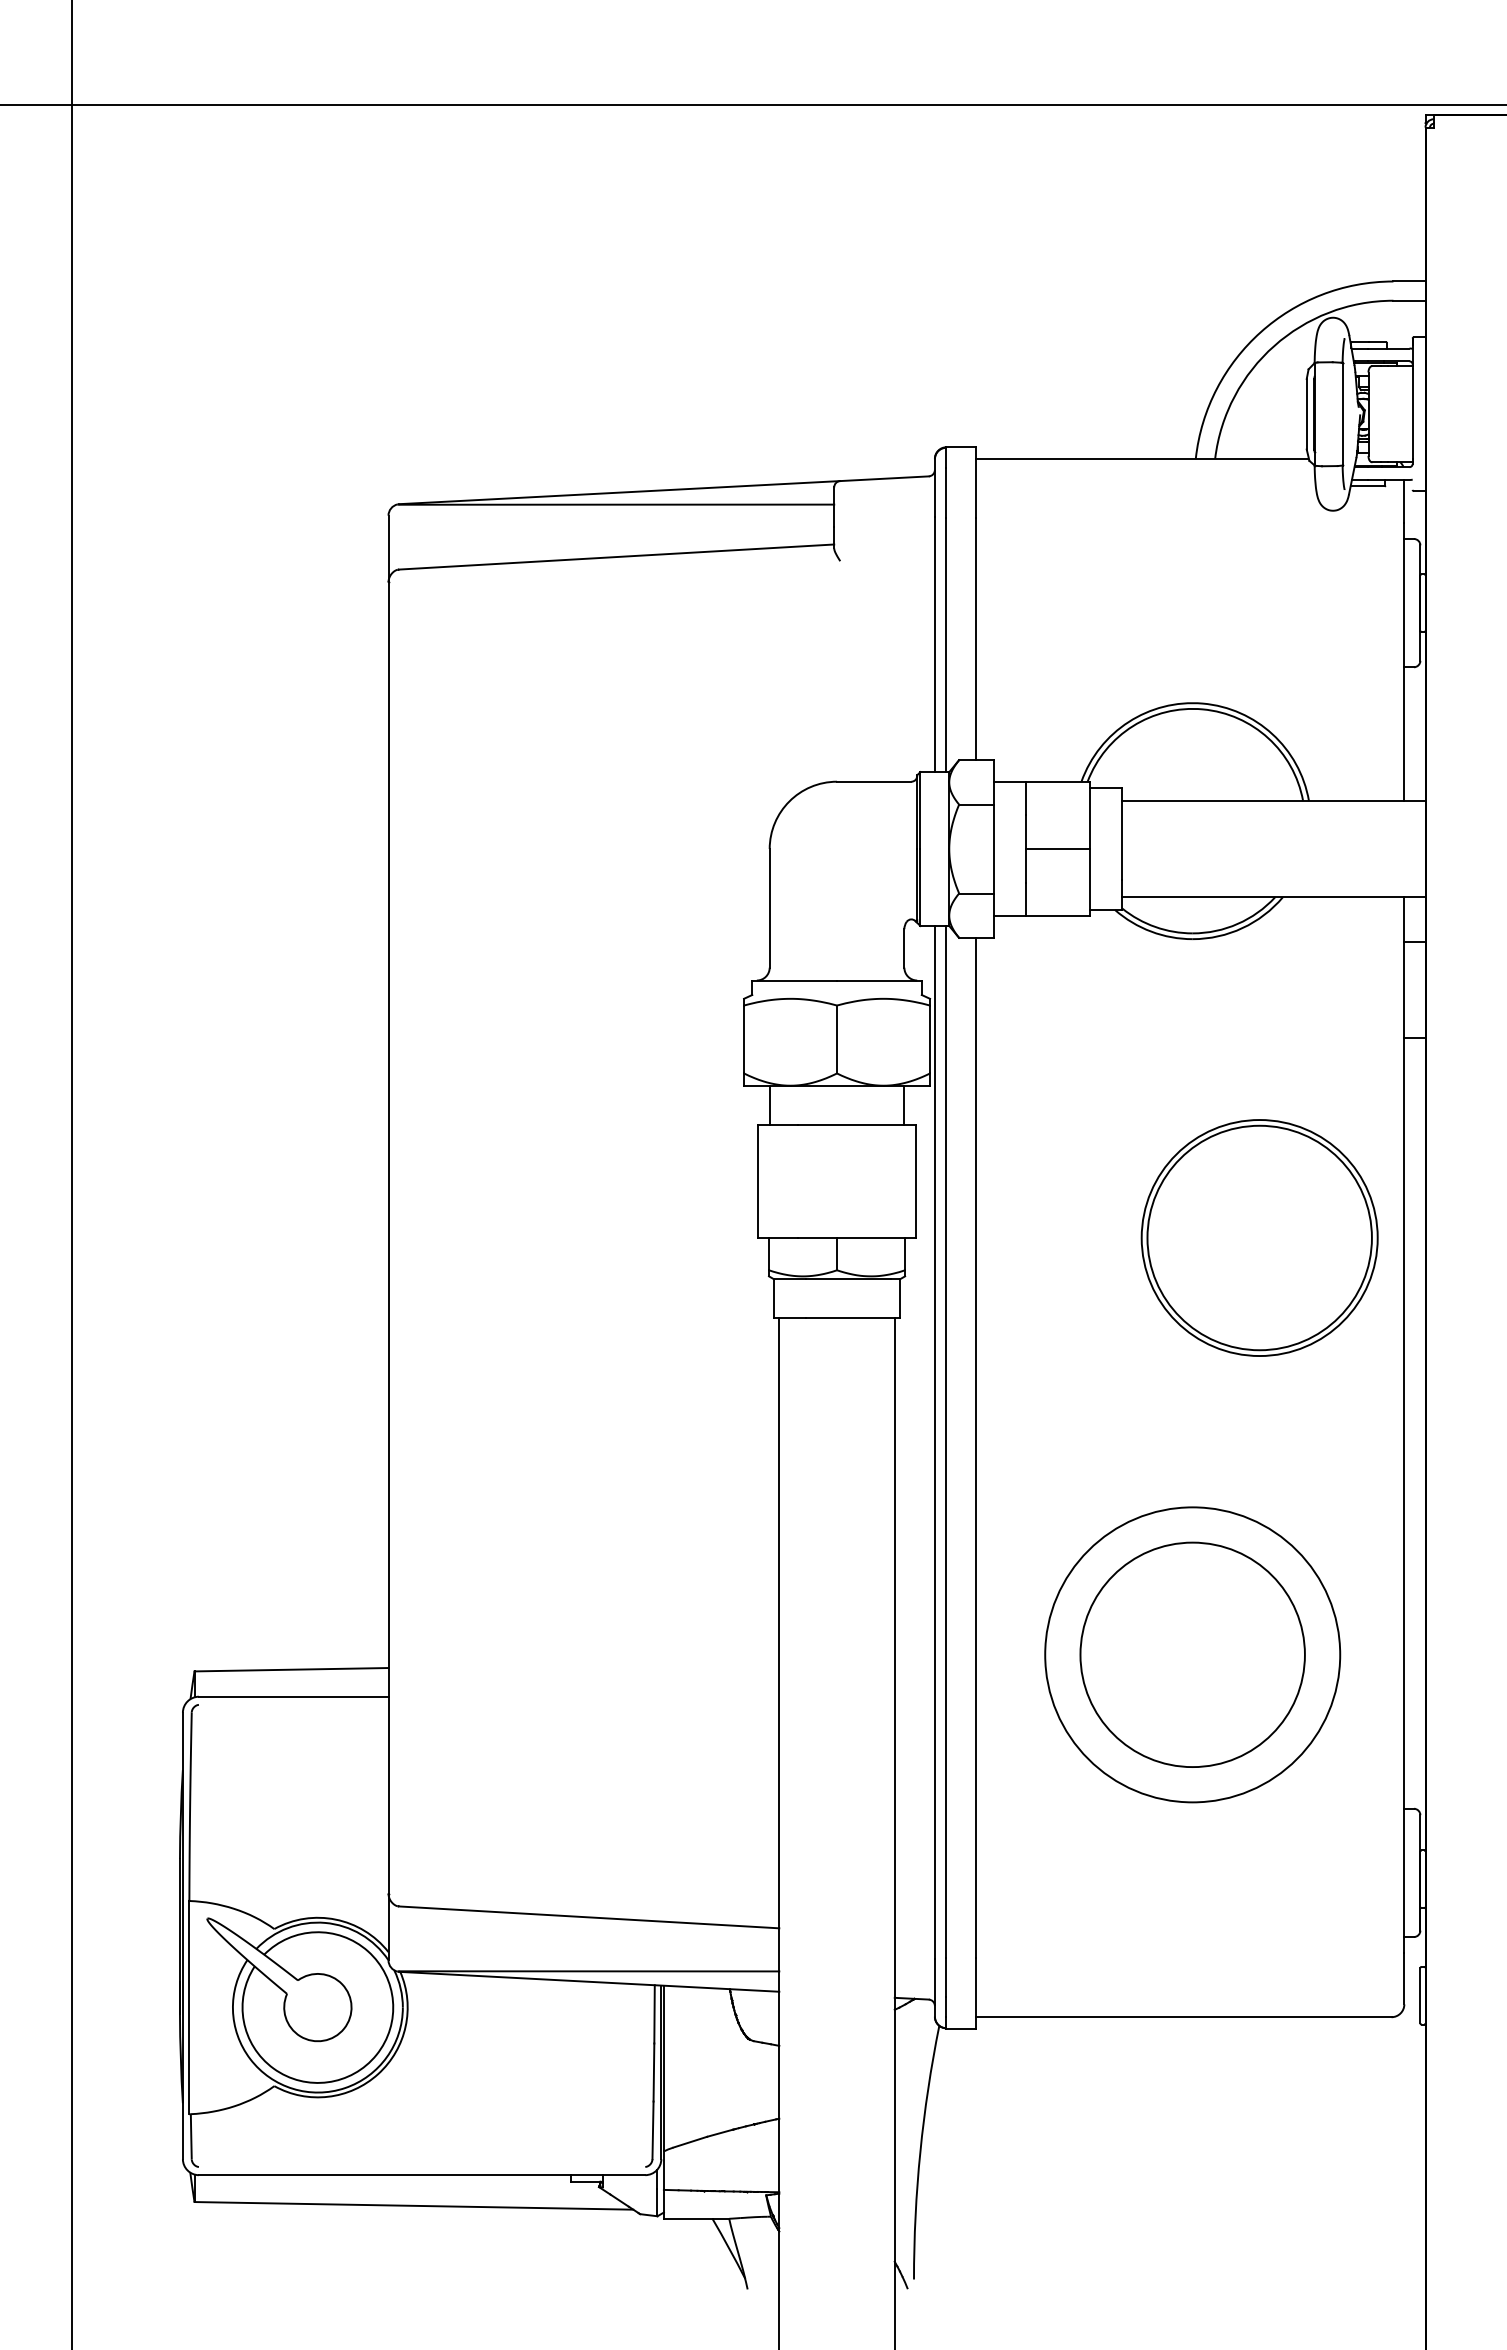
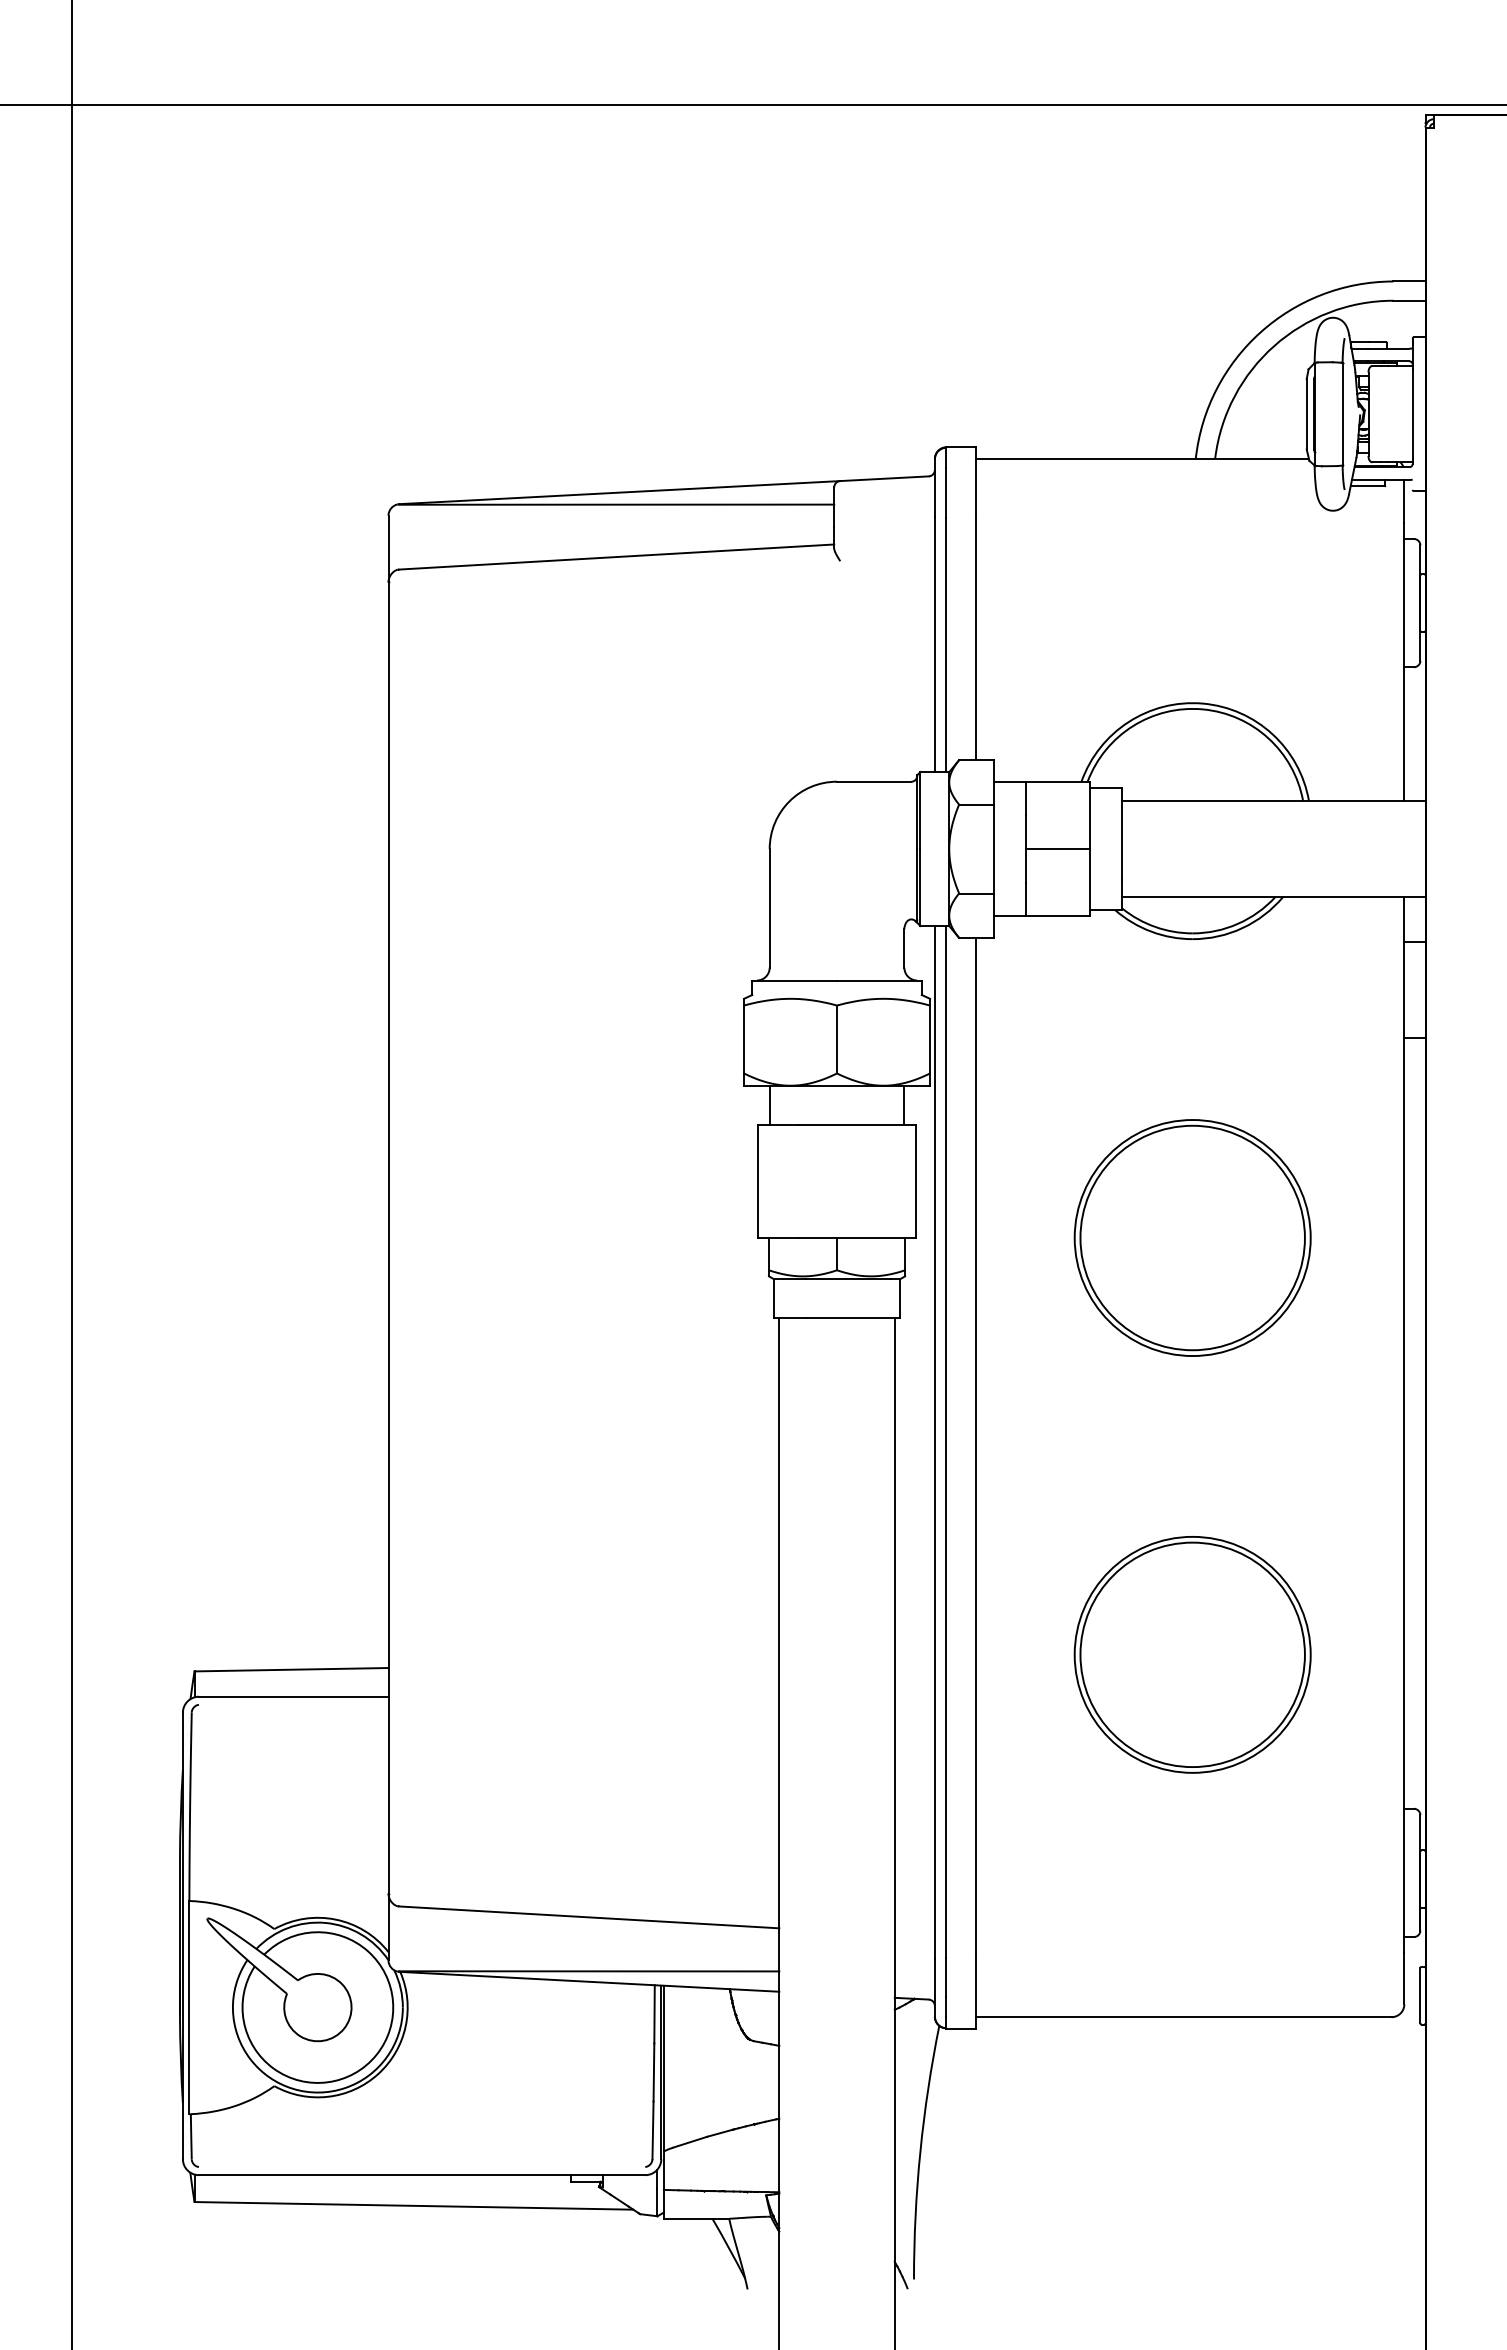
part at (1259, 1237) position: (1259, 1237) -> (1192, 1237)
circle at (1192, 1654) diameter: 295 px -> 236 px
